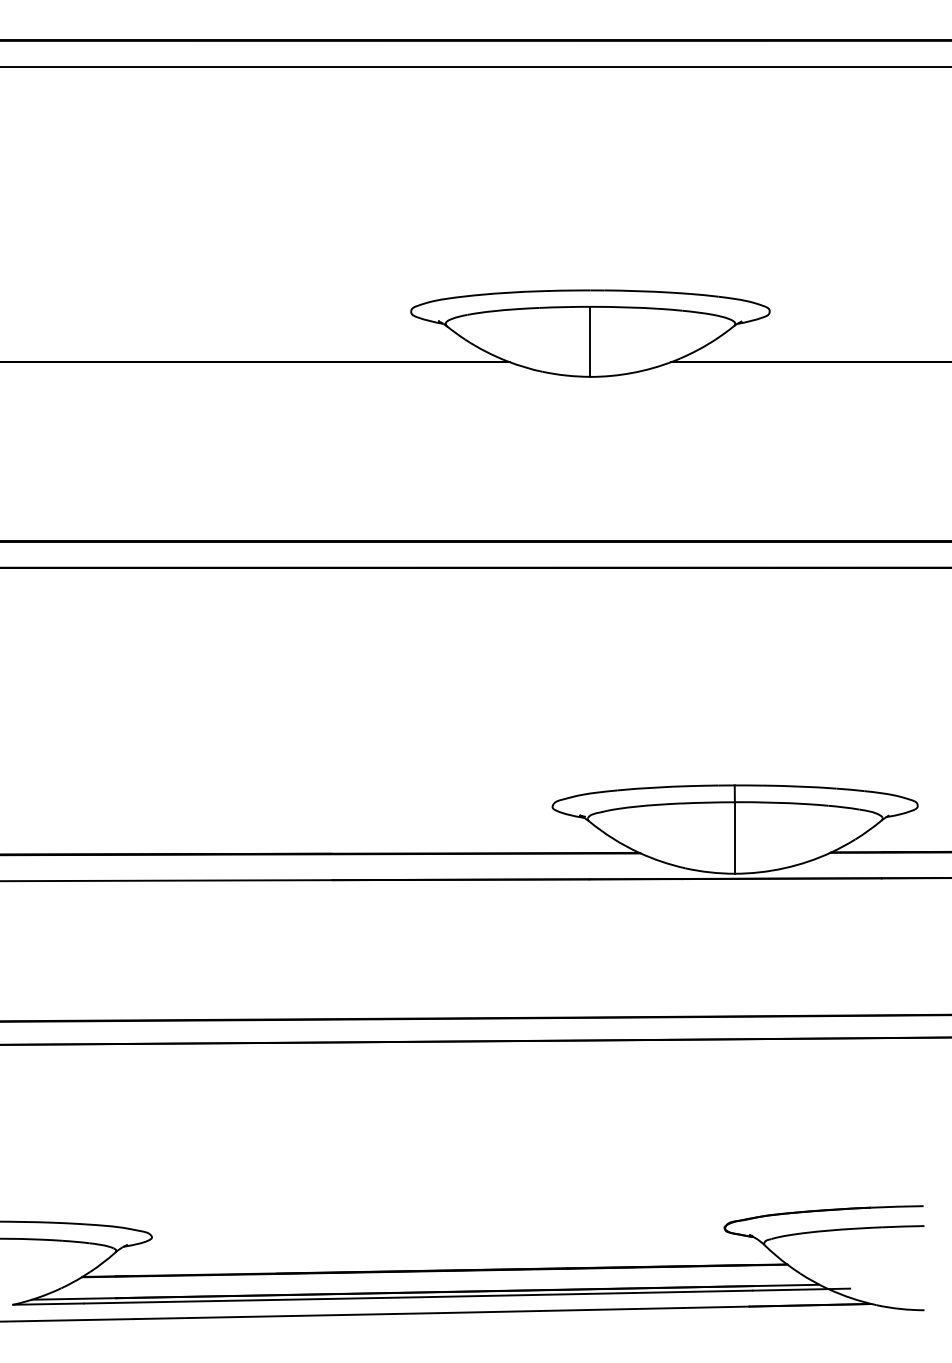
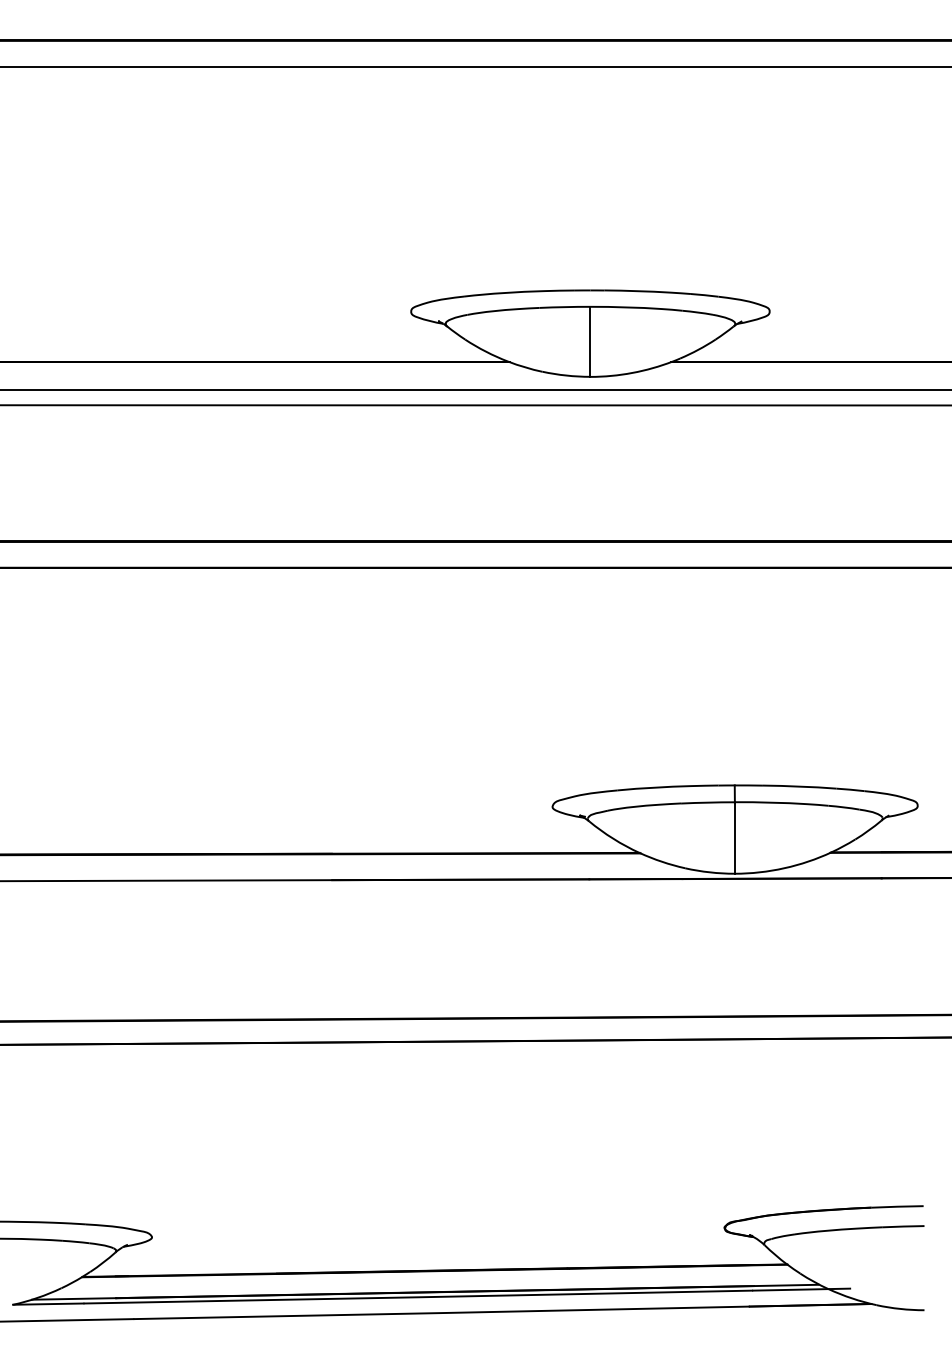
line at (475, 389): none -> present
line at (475, 405): none -> present
